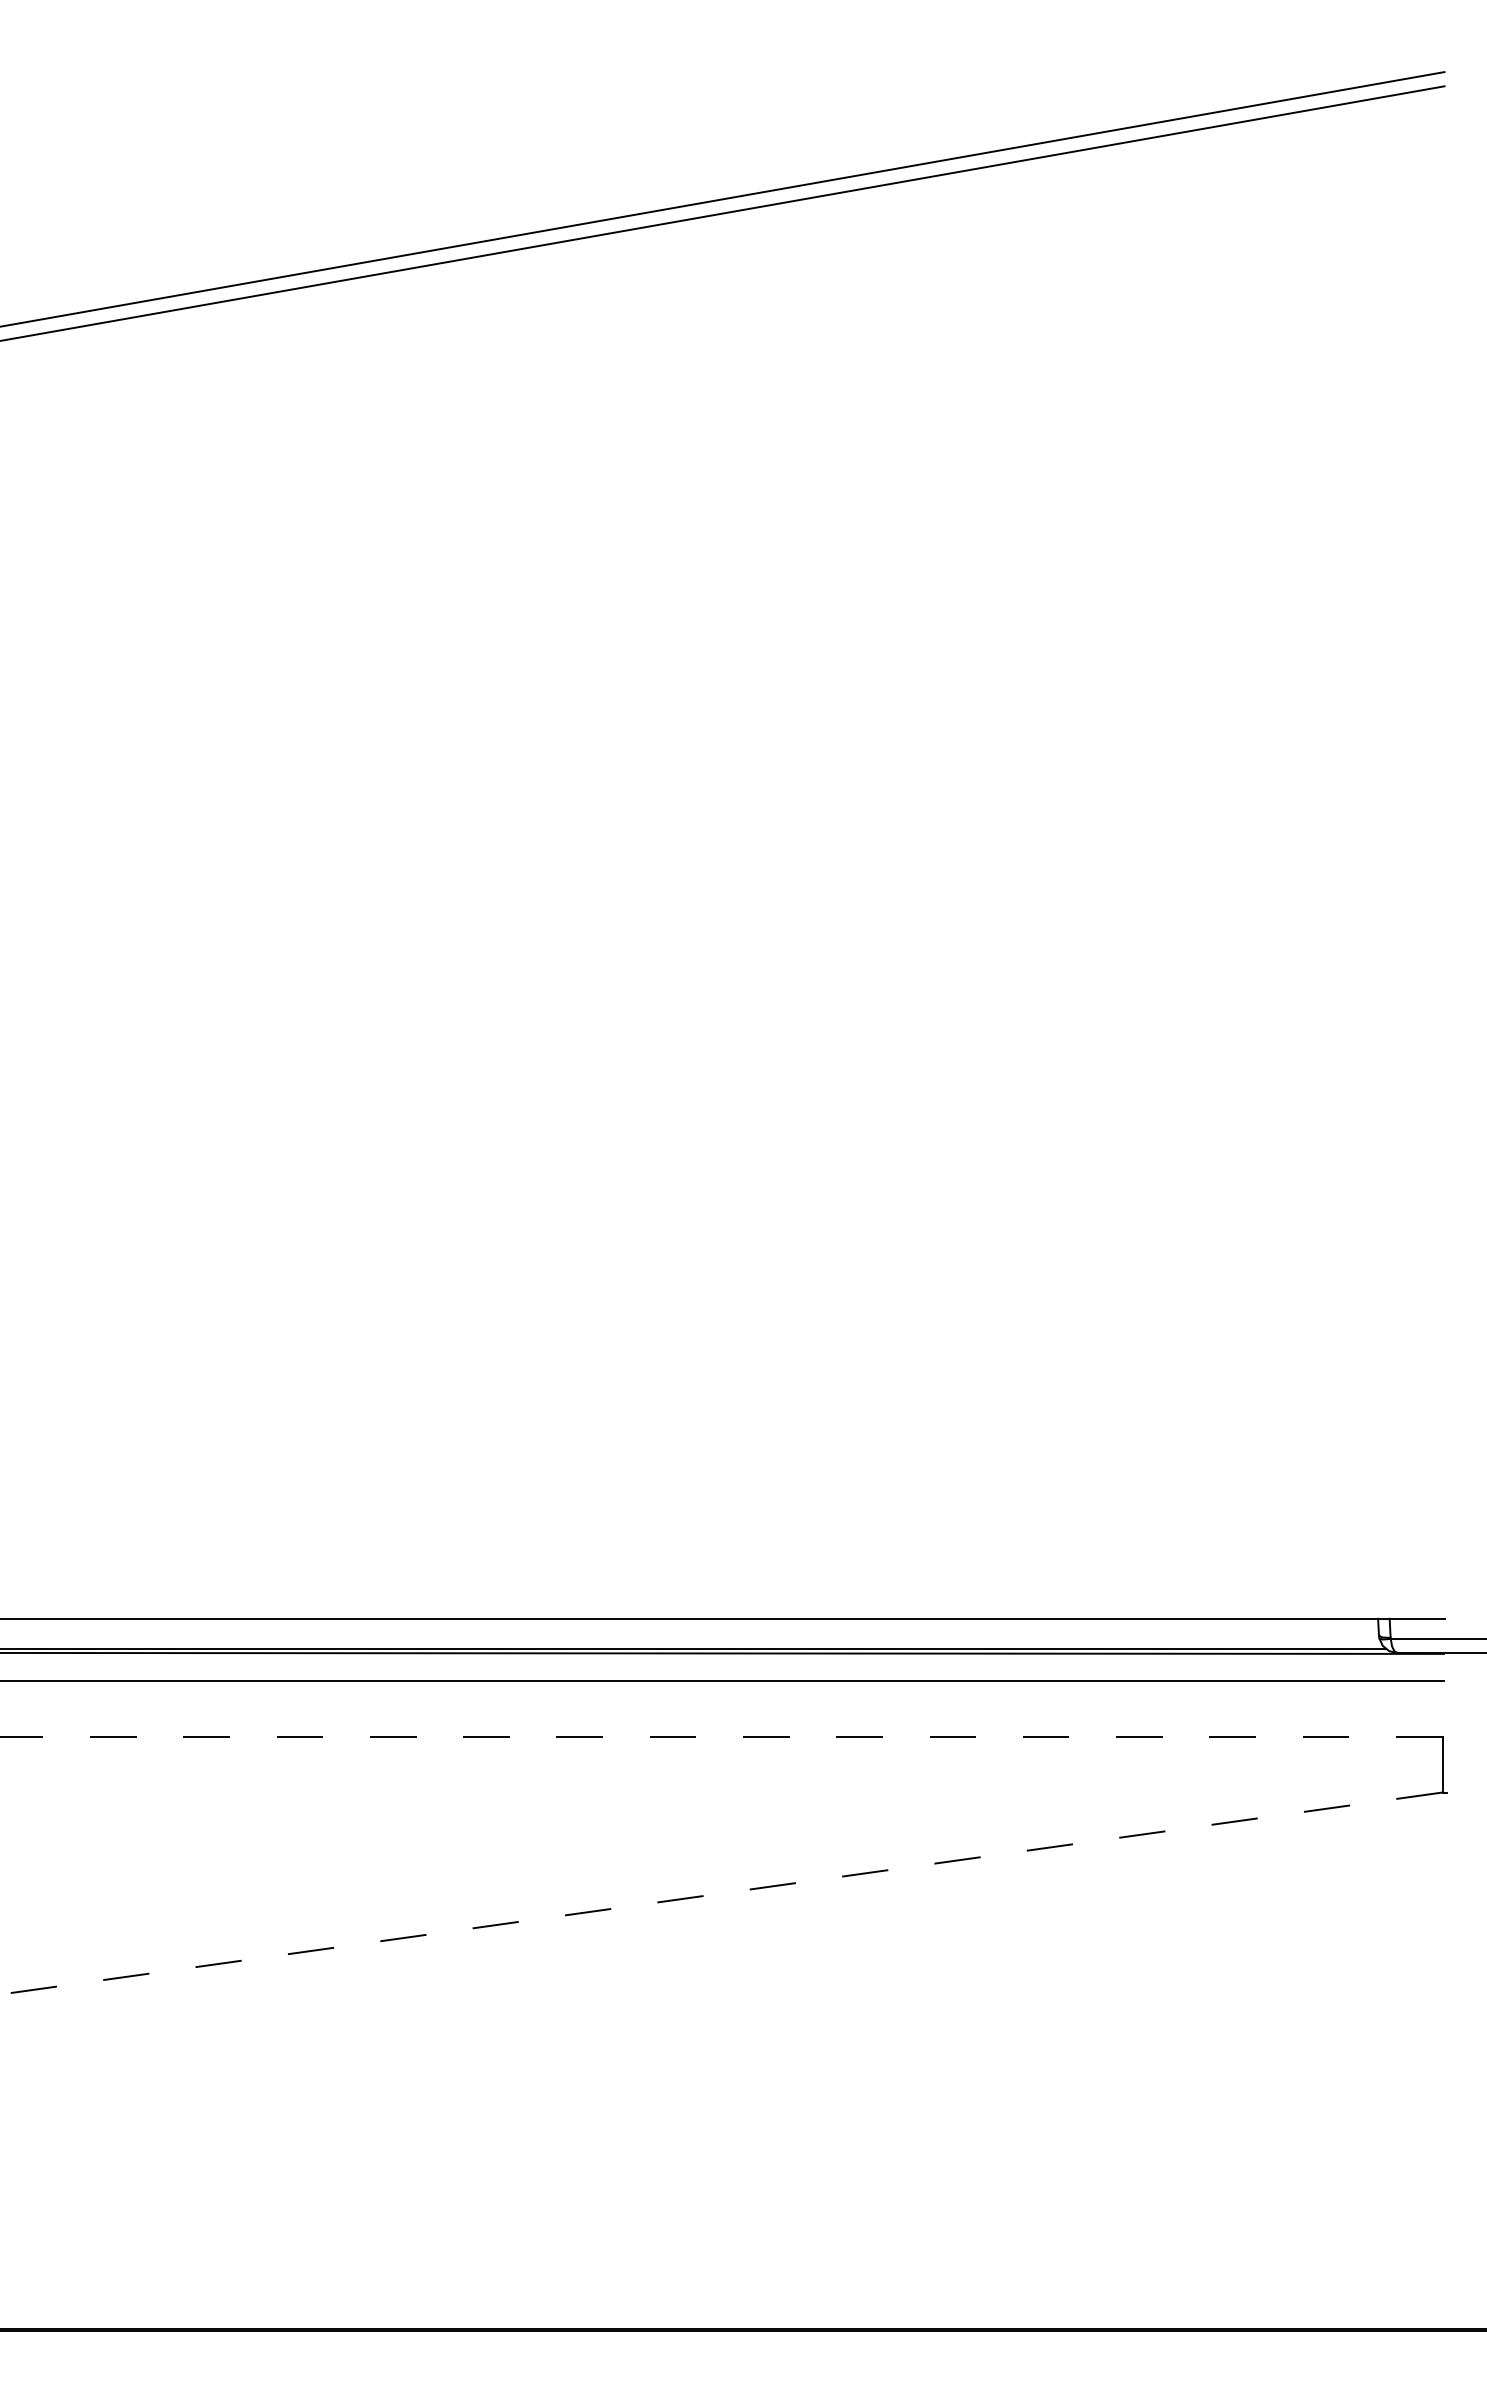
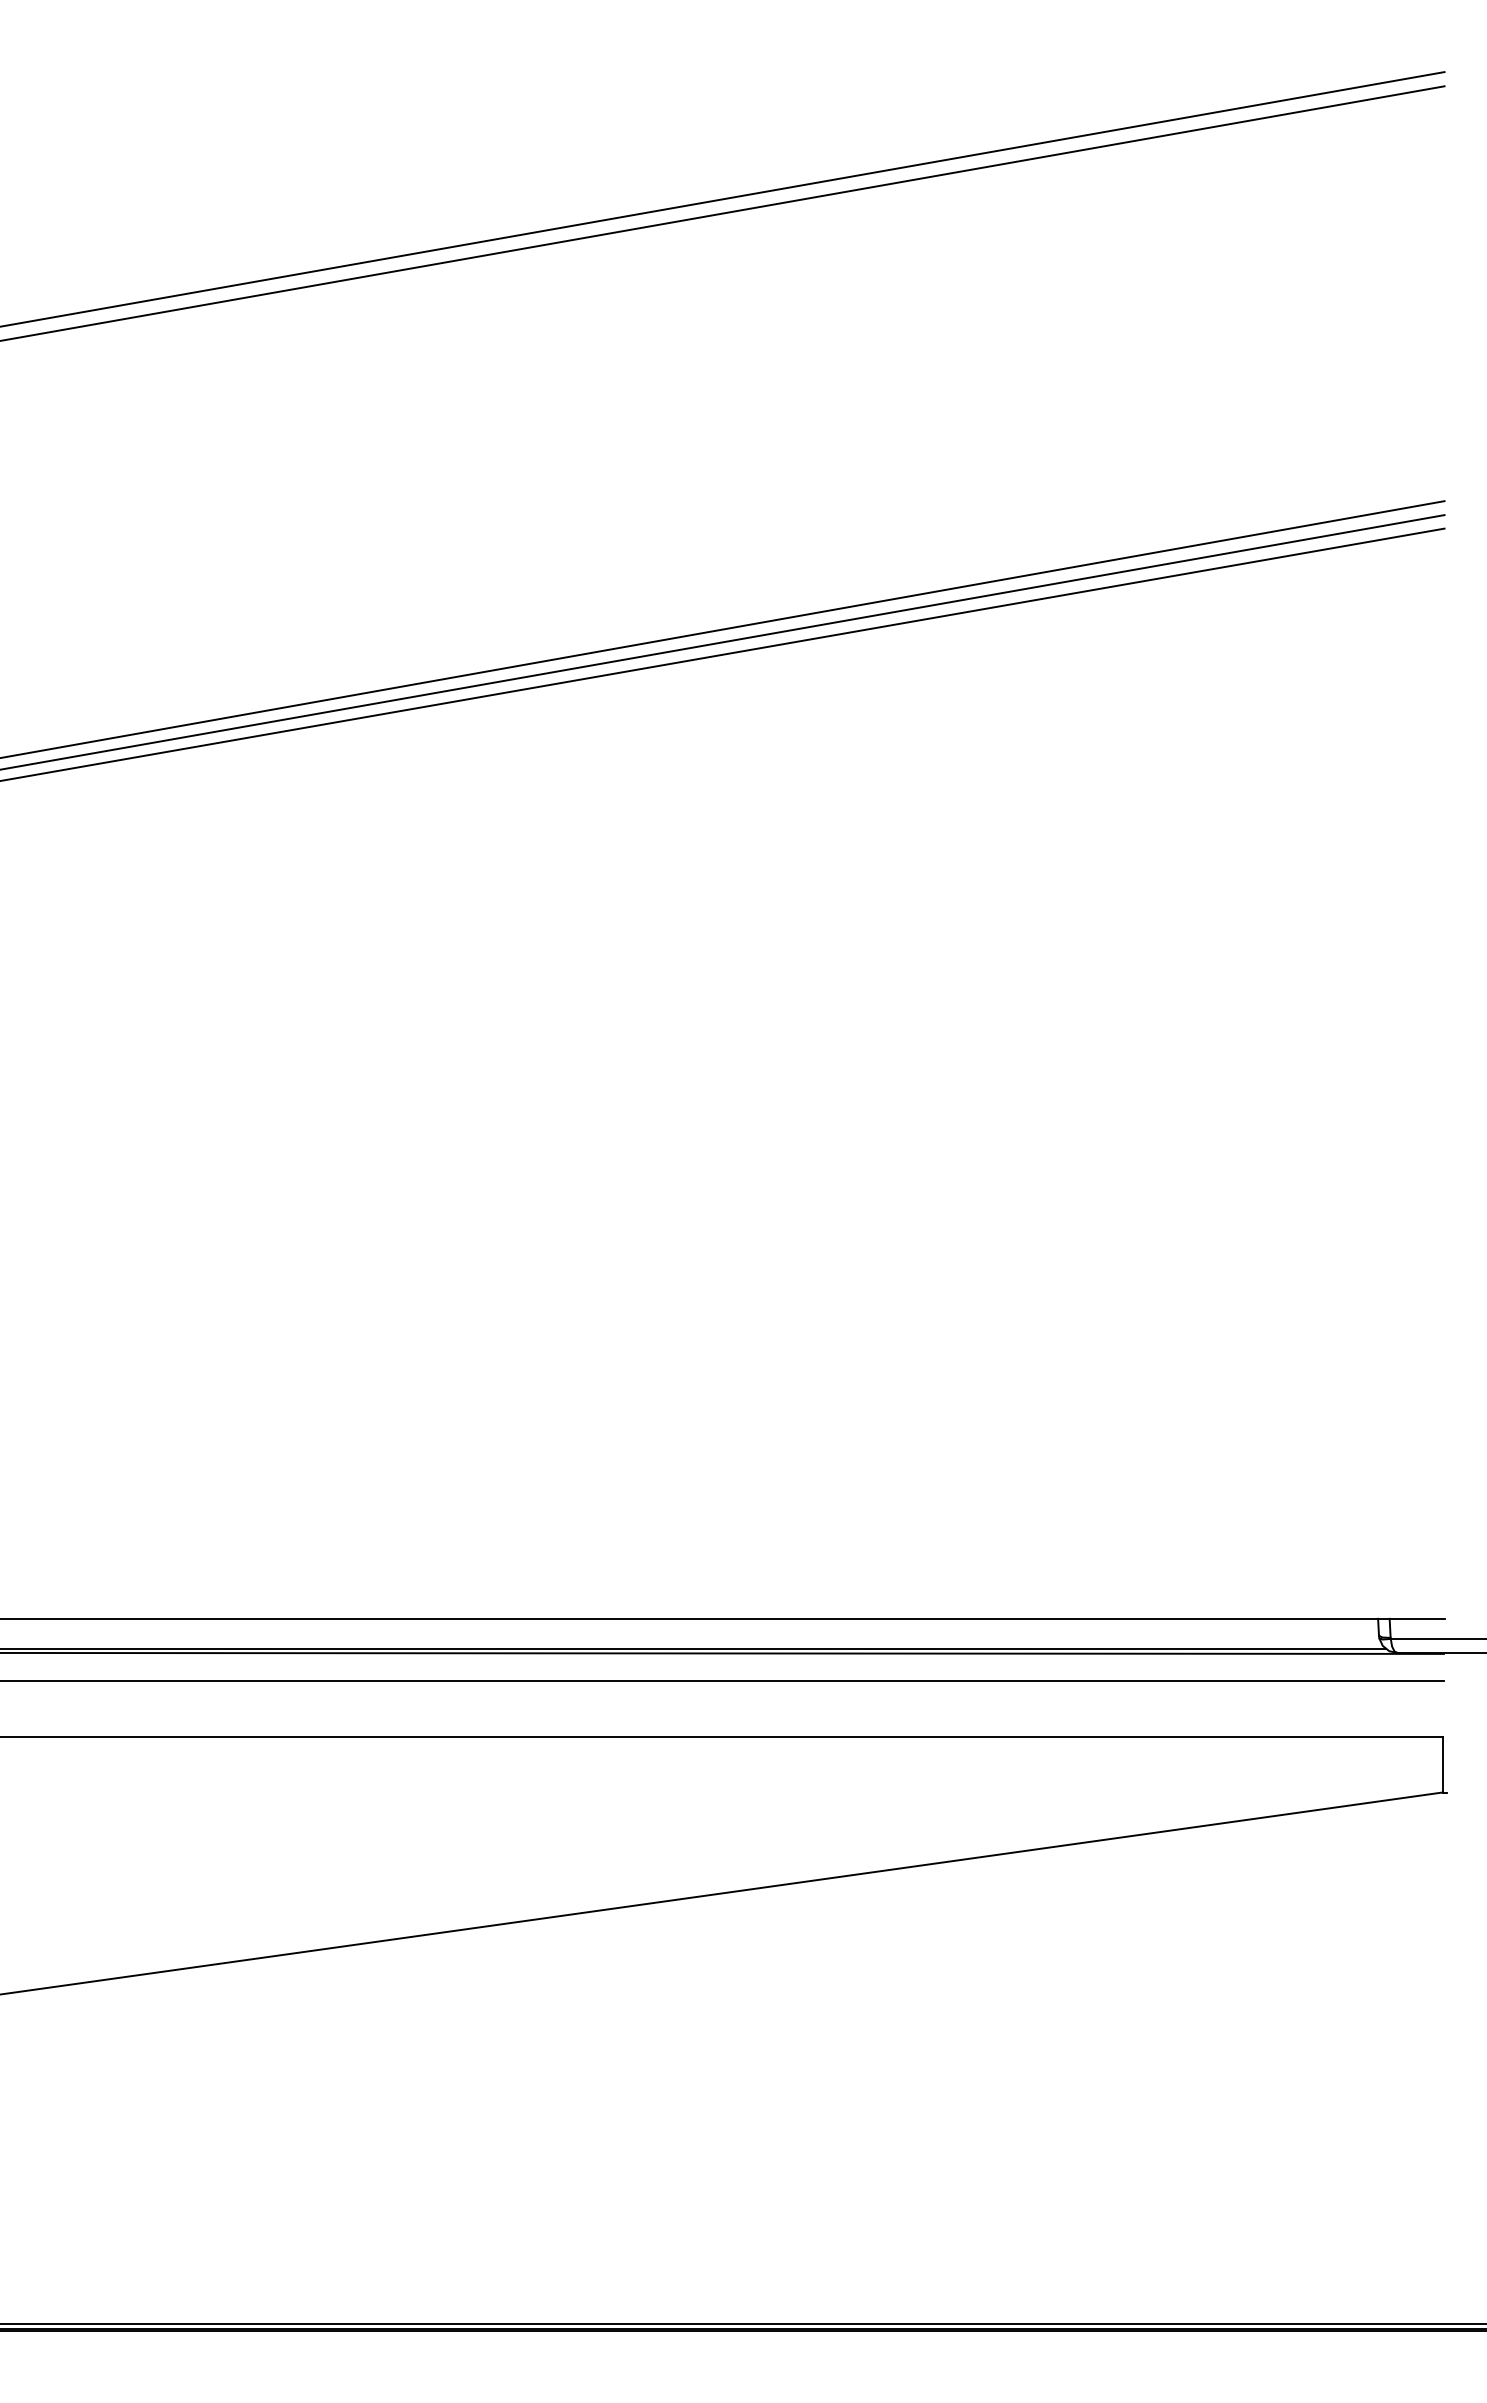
line at (723, 629): none -> present
line at (723, 642): none -> present
line at (723, 654): none -> present
line at (721, 1737): dashed -> solid
line at (720, 1893): dashed -> solid
line at (742, 2323): none -> present
